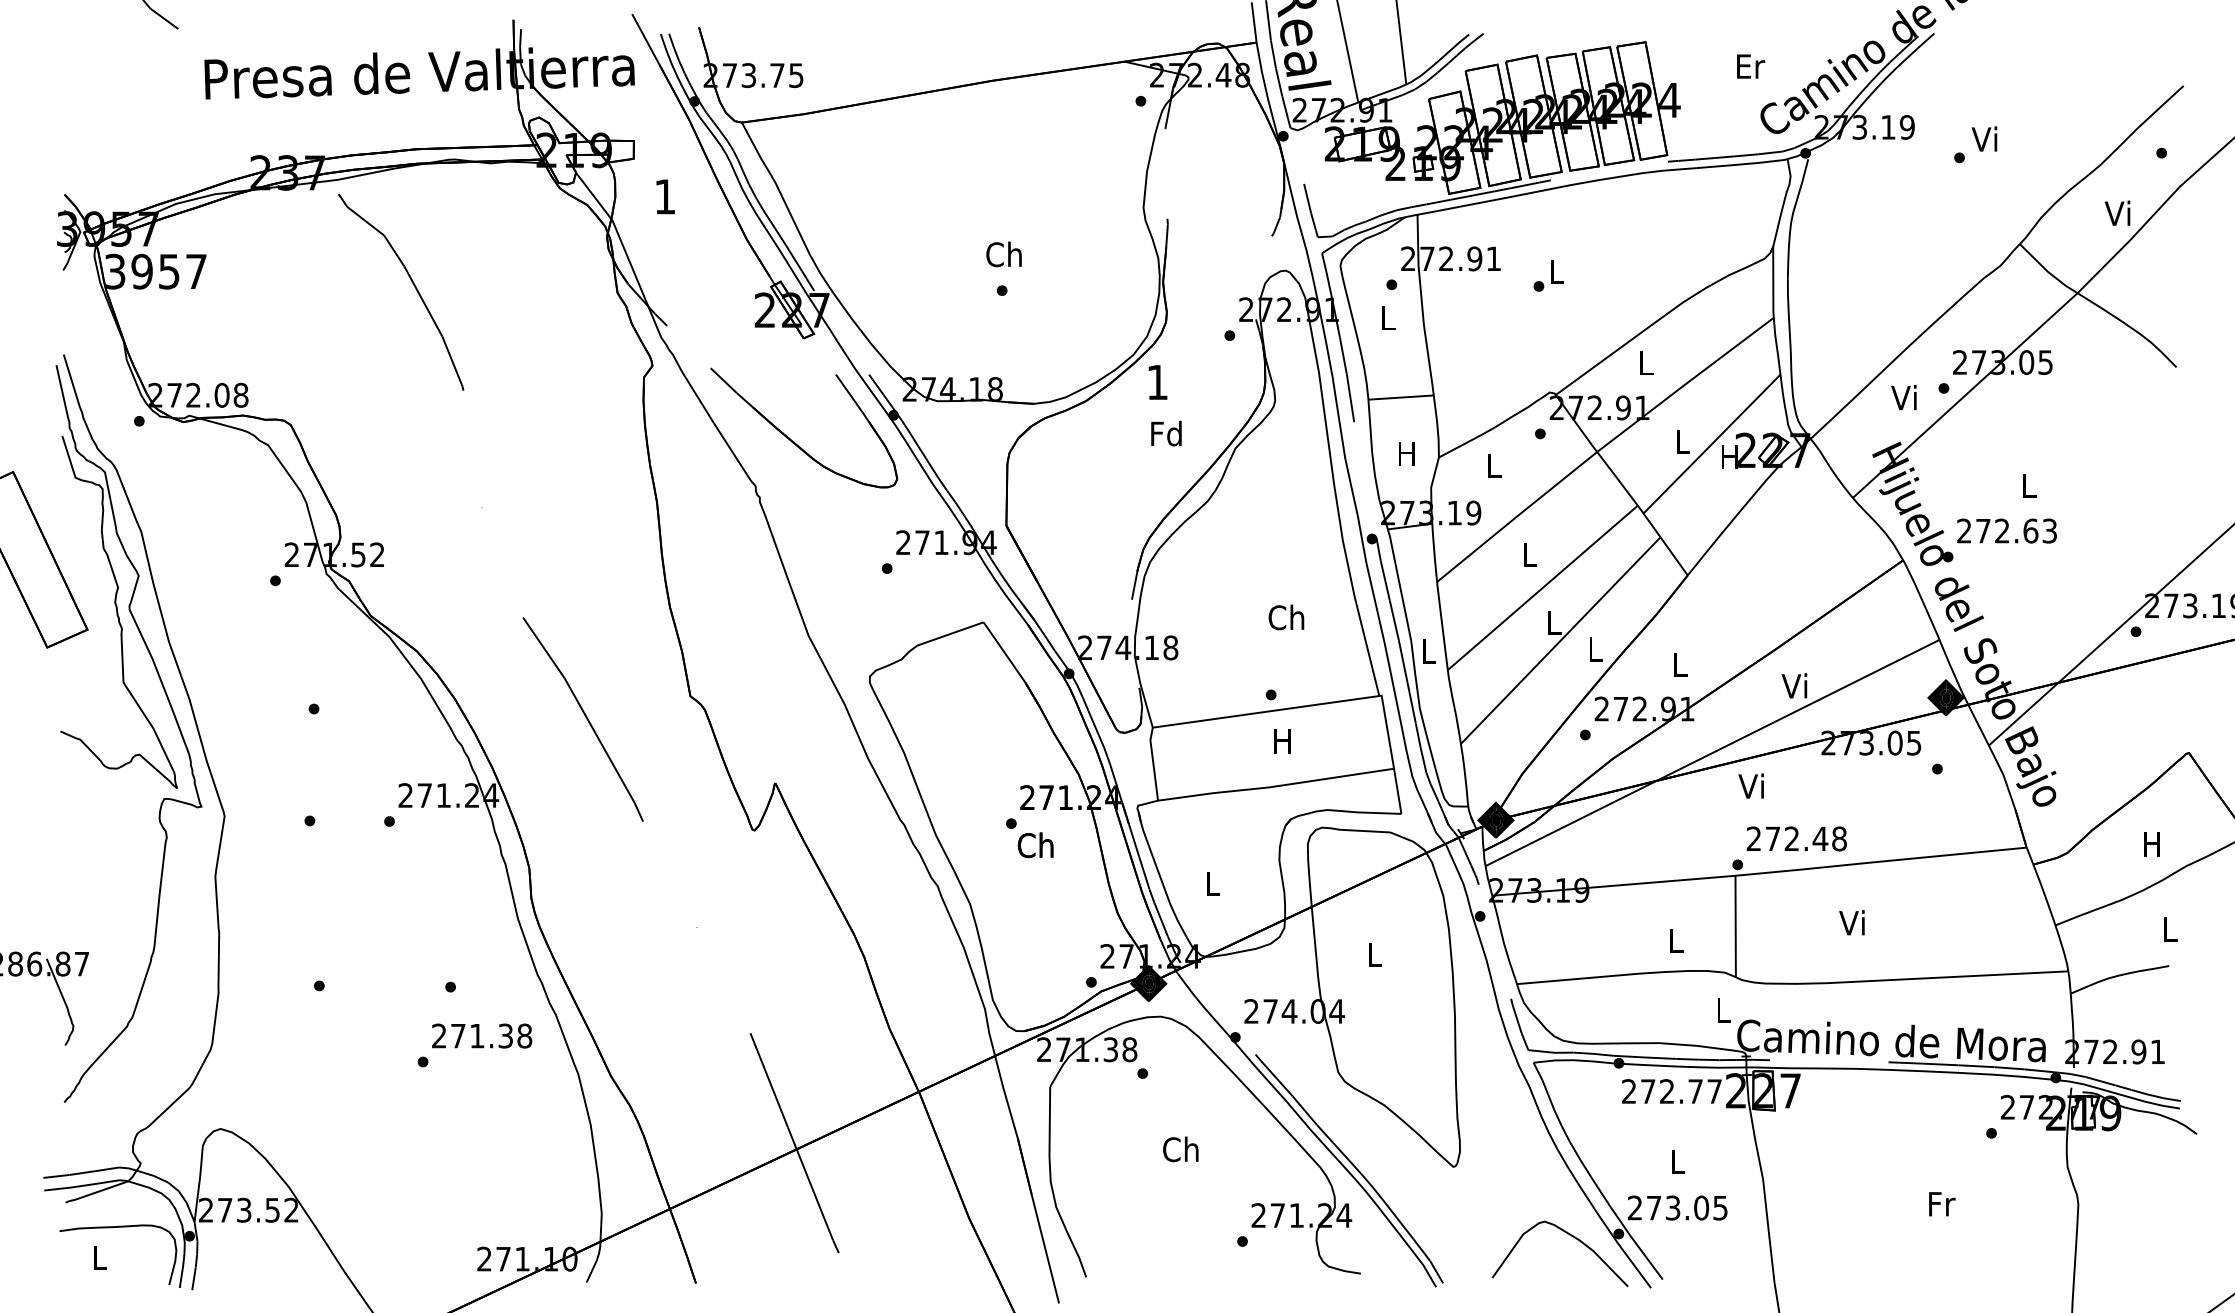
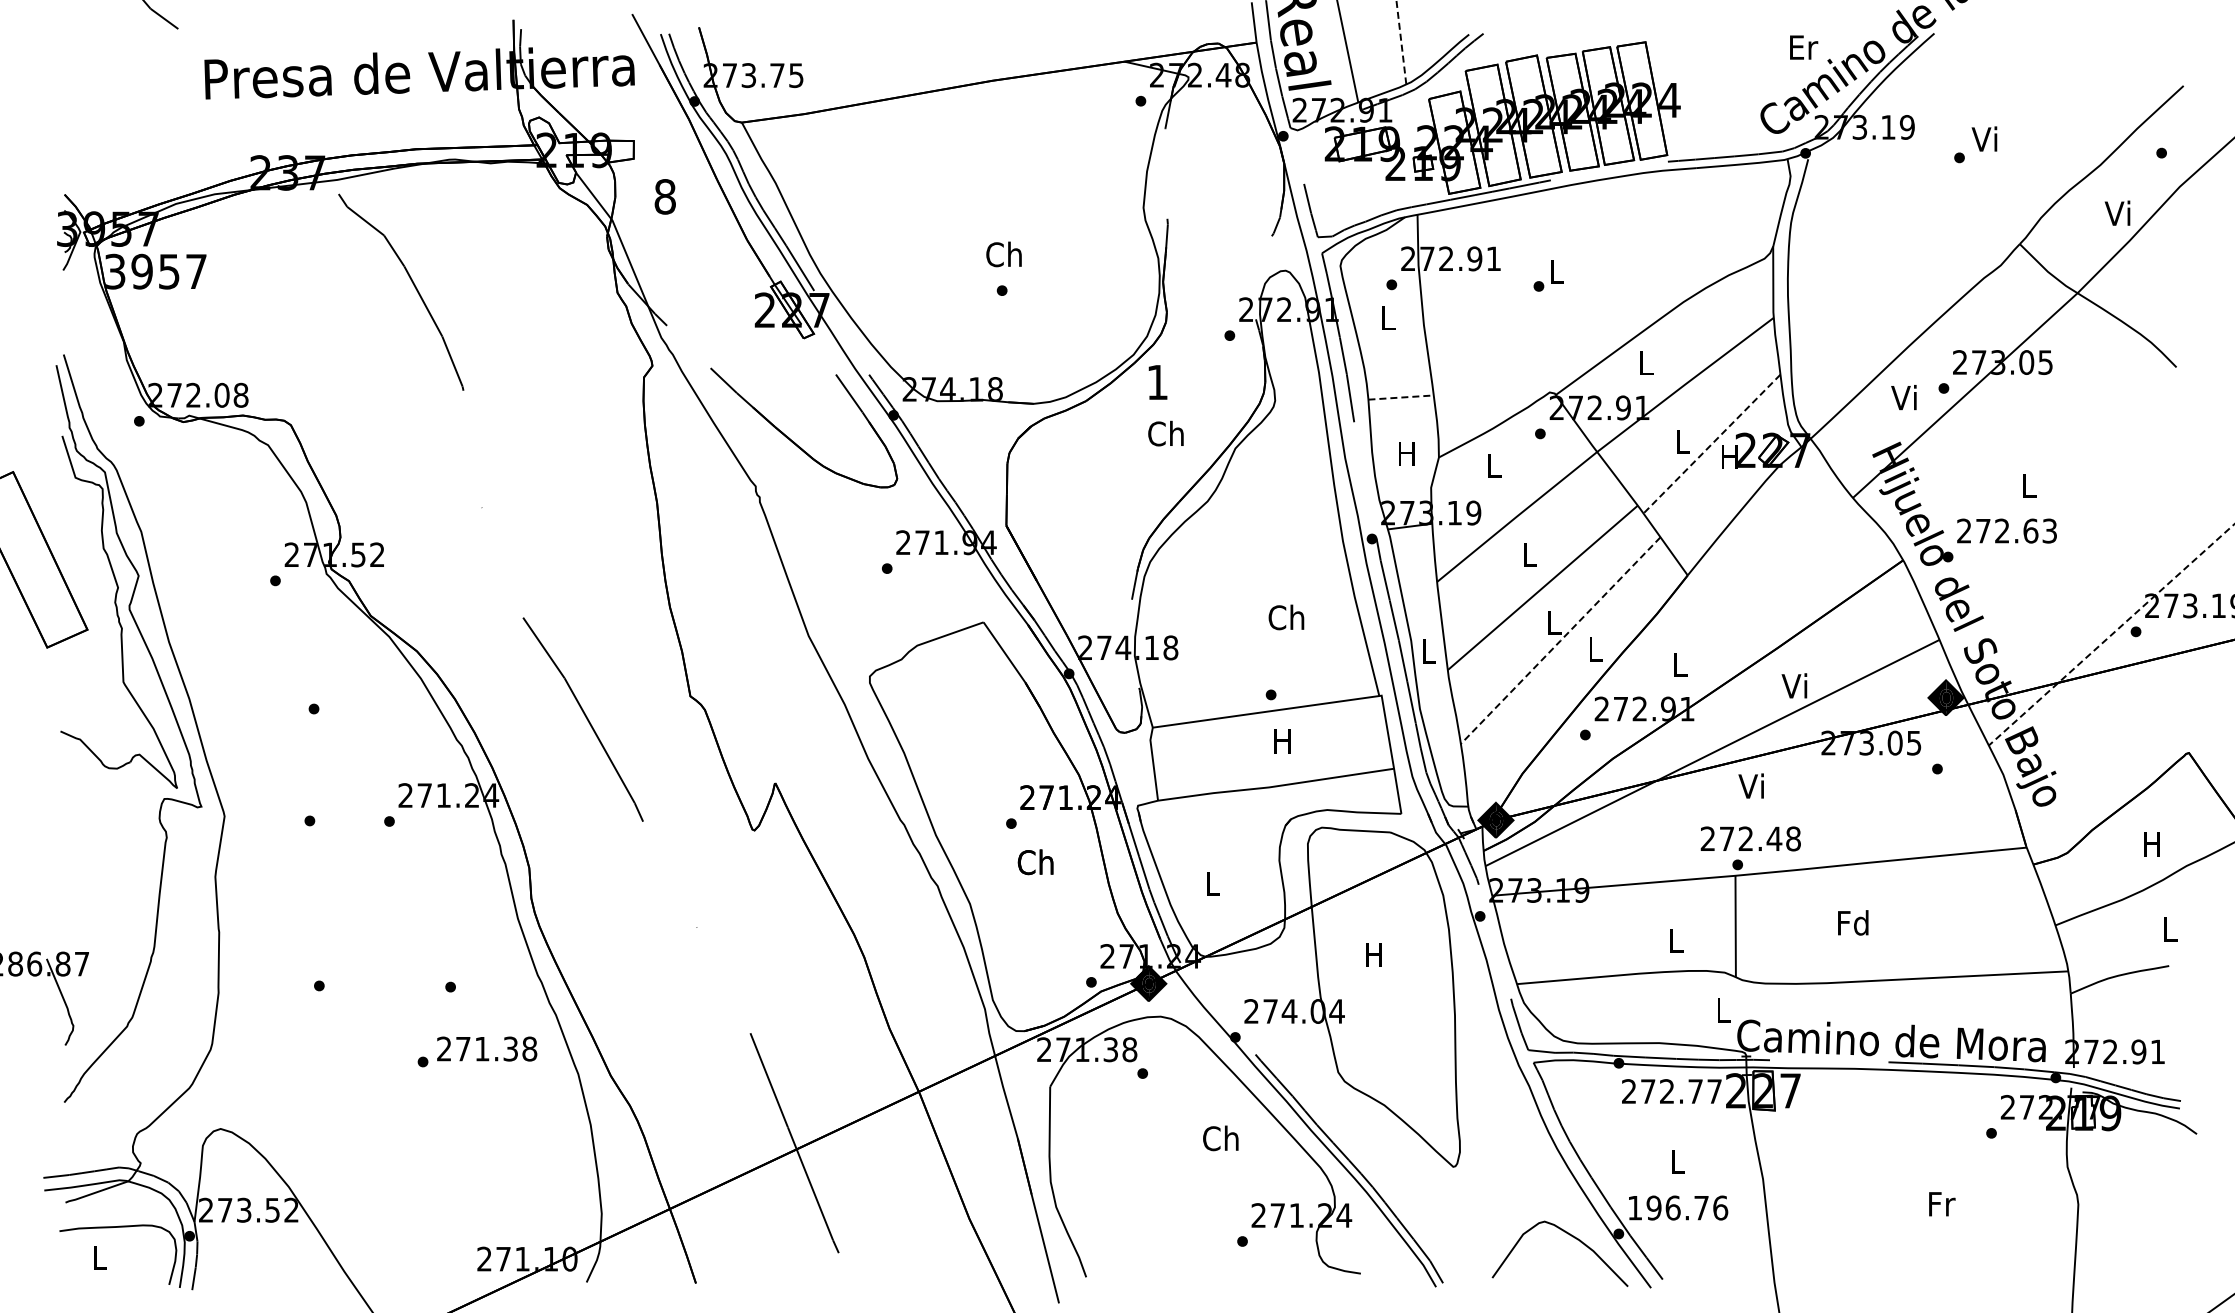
line at (1401, 41): solid -> dashed
text at (1751, 66) position: (1751, 66) -> (1804, 47)
text at (664, 196): 1 -> 8
line at (1401, 397): solid -> dashed
text at (1165, 433): Fd -> Ch
line at (1712, 444): solid -> dashed
line at (2111, 634): solid -> dashed
line at (1560, 640): solid -> dashed
text at (1796, 838) position: (1796, 838) -> (1750, 838)
text at (1035, 845) position: (1035, 845) -> (1035, 862)
text at (1853, 922): Vi -> Fd
text at (1373, 954): L -> H
text at (482, 1035) position: (482, 1035) -> (487, 1048)
text at (1180, 1149) position: (1180, 1149) -> (1220, 1138)
text at (1677, 1207): 273.05 -> 196.76
